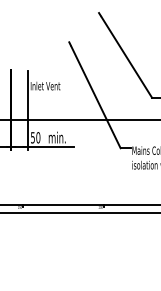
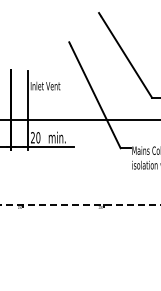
text at (32, 137): 50 -> 20
line at (80, 205): solid -> dashed
line at (79, 213): present -> none
